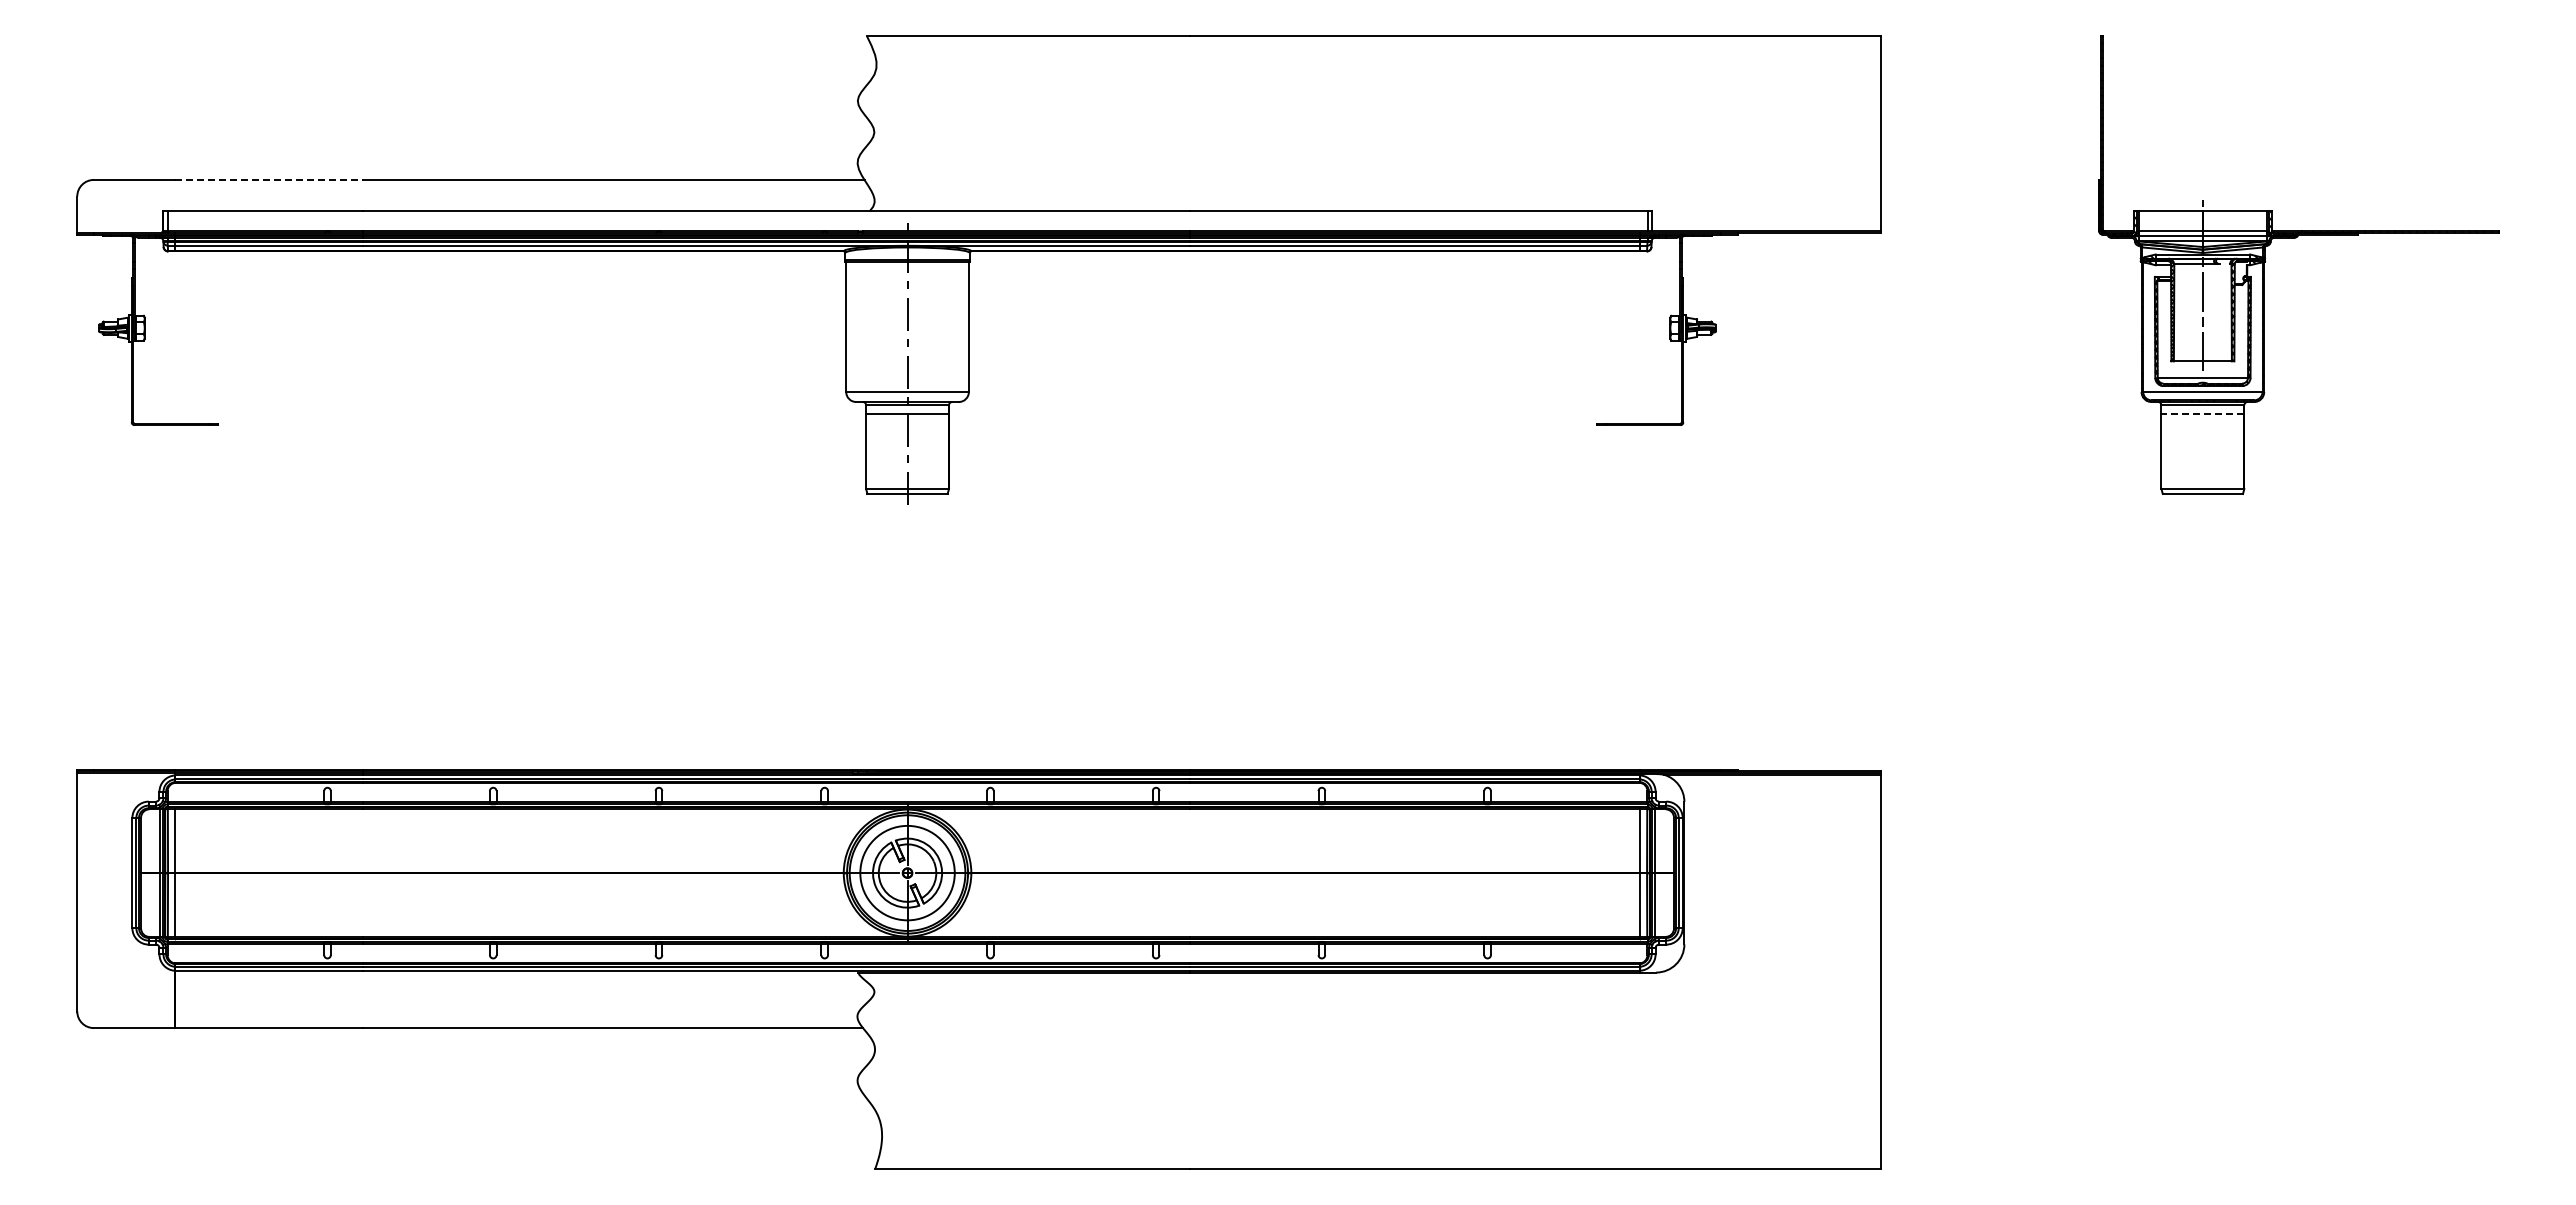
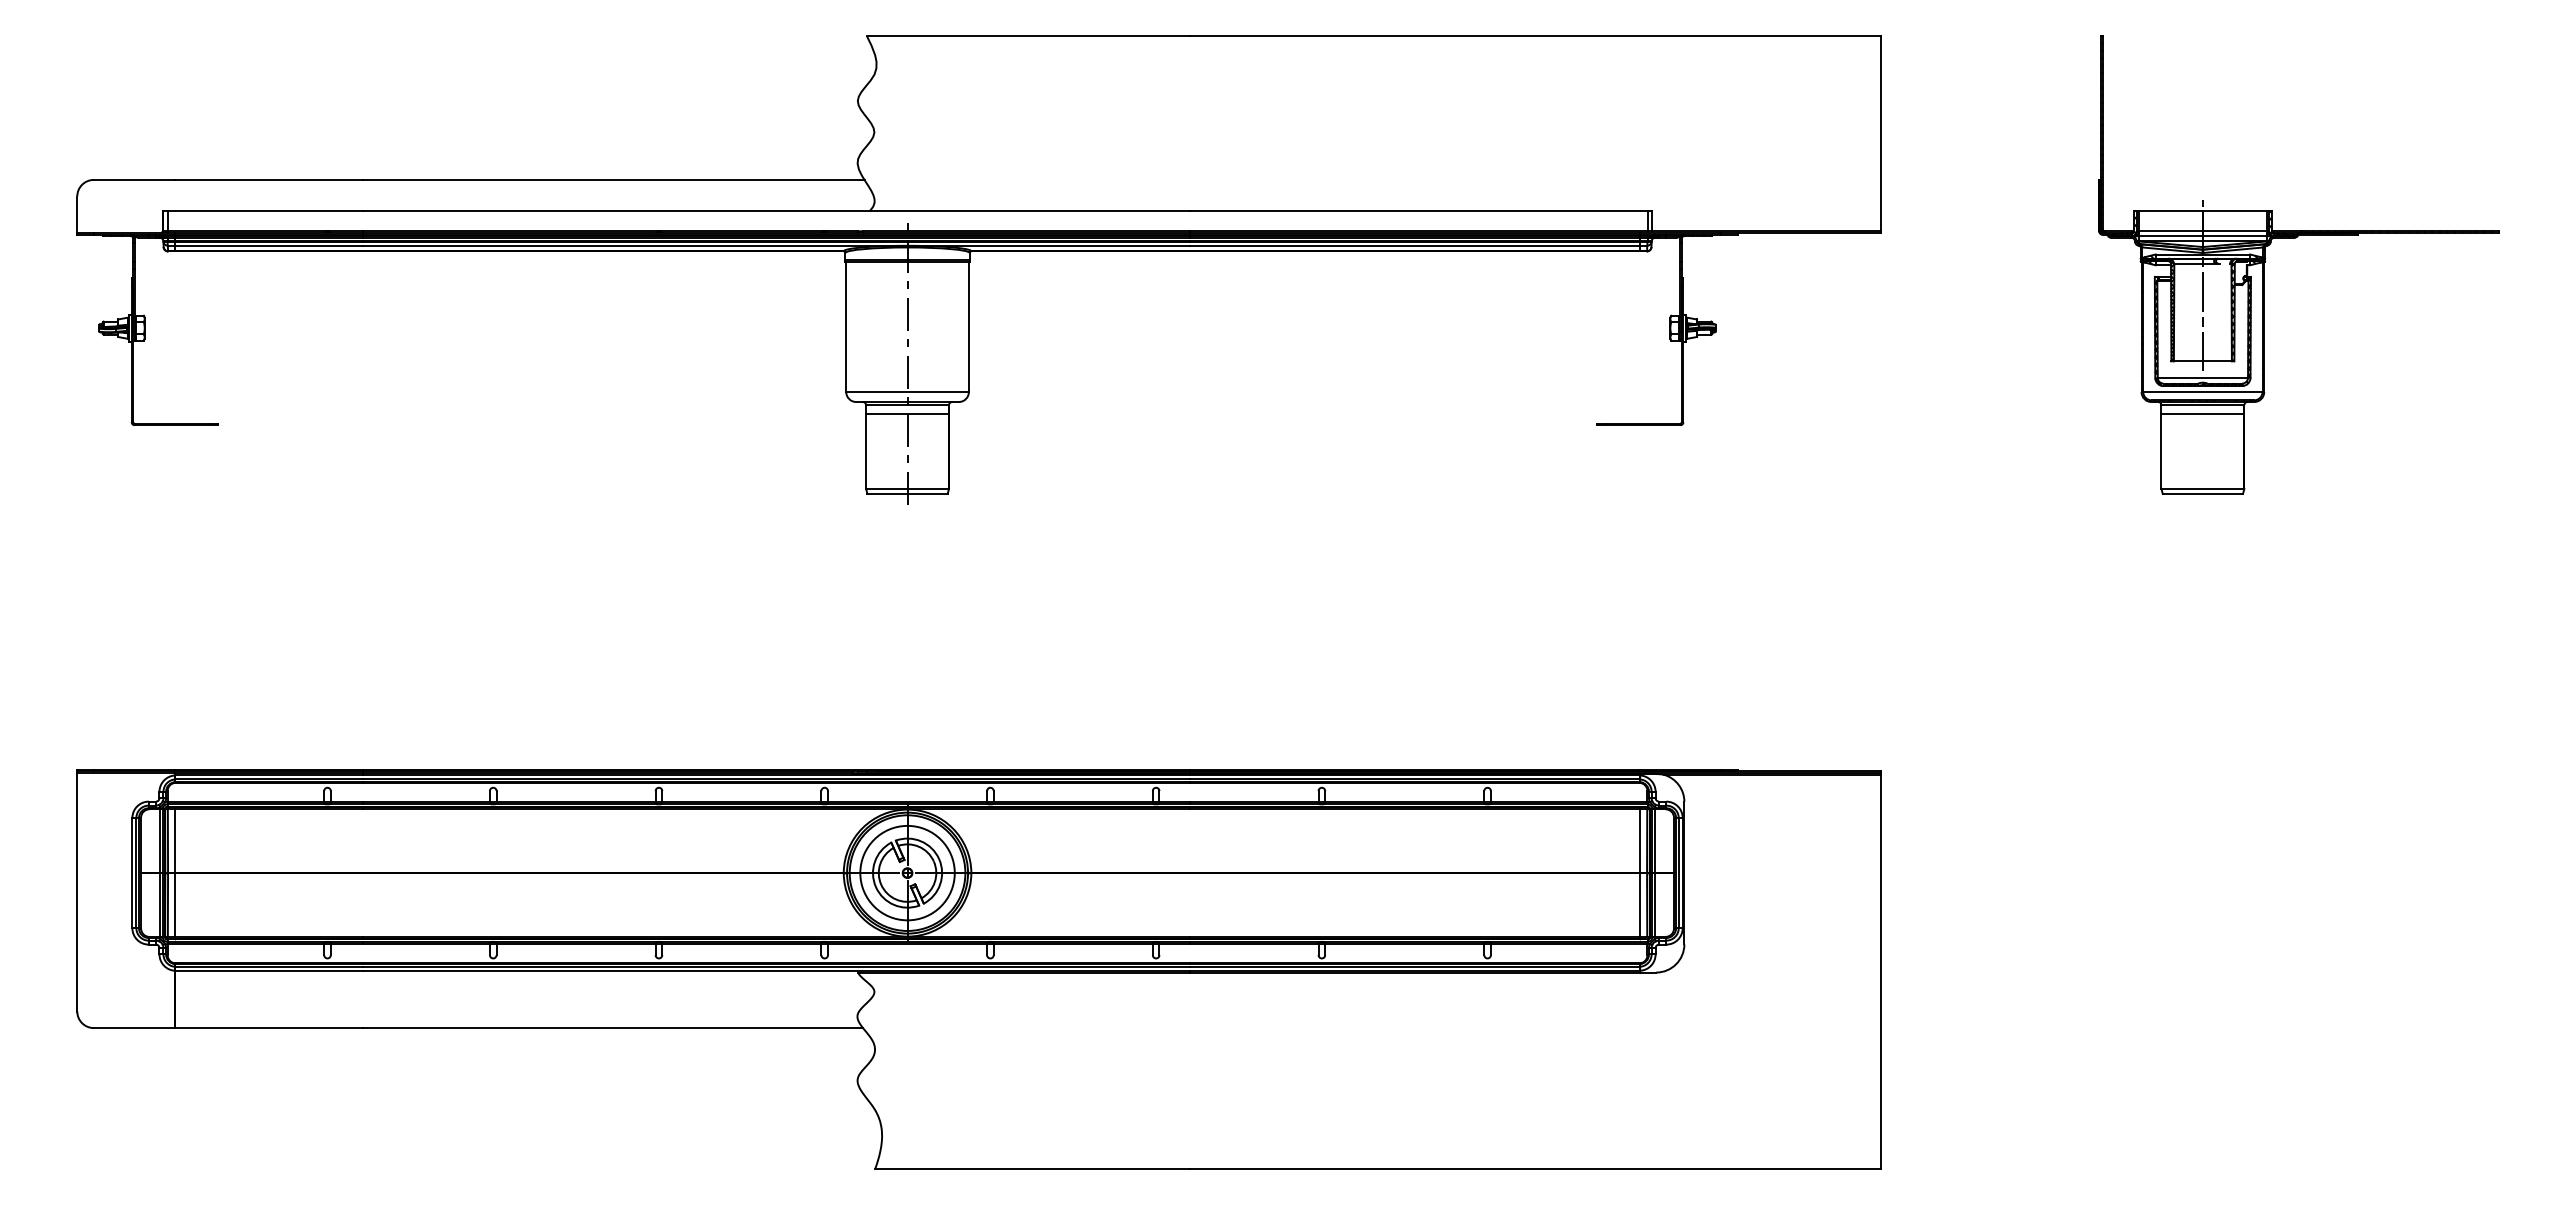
line at (268, 179): dashed -> solid
line at (2202, 413): dashed -> solid
